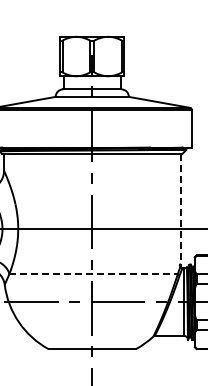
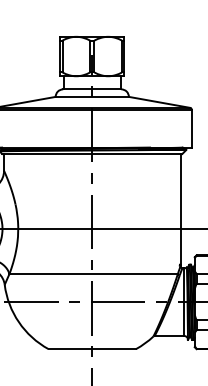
line at (180, 208): dashed -> solid
line at (94, 274): dashed -> solid
